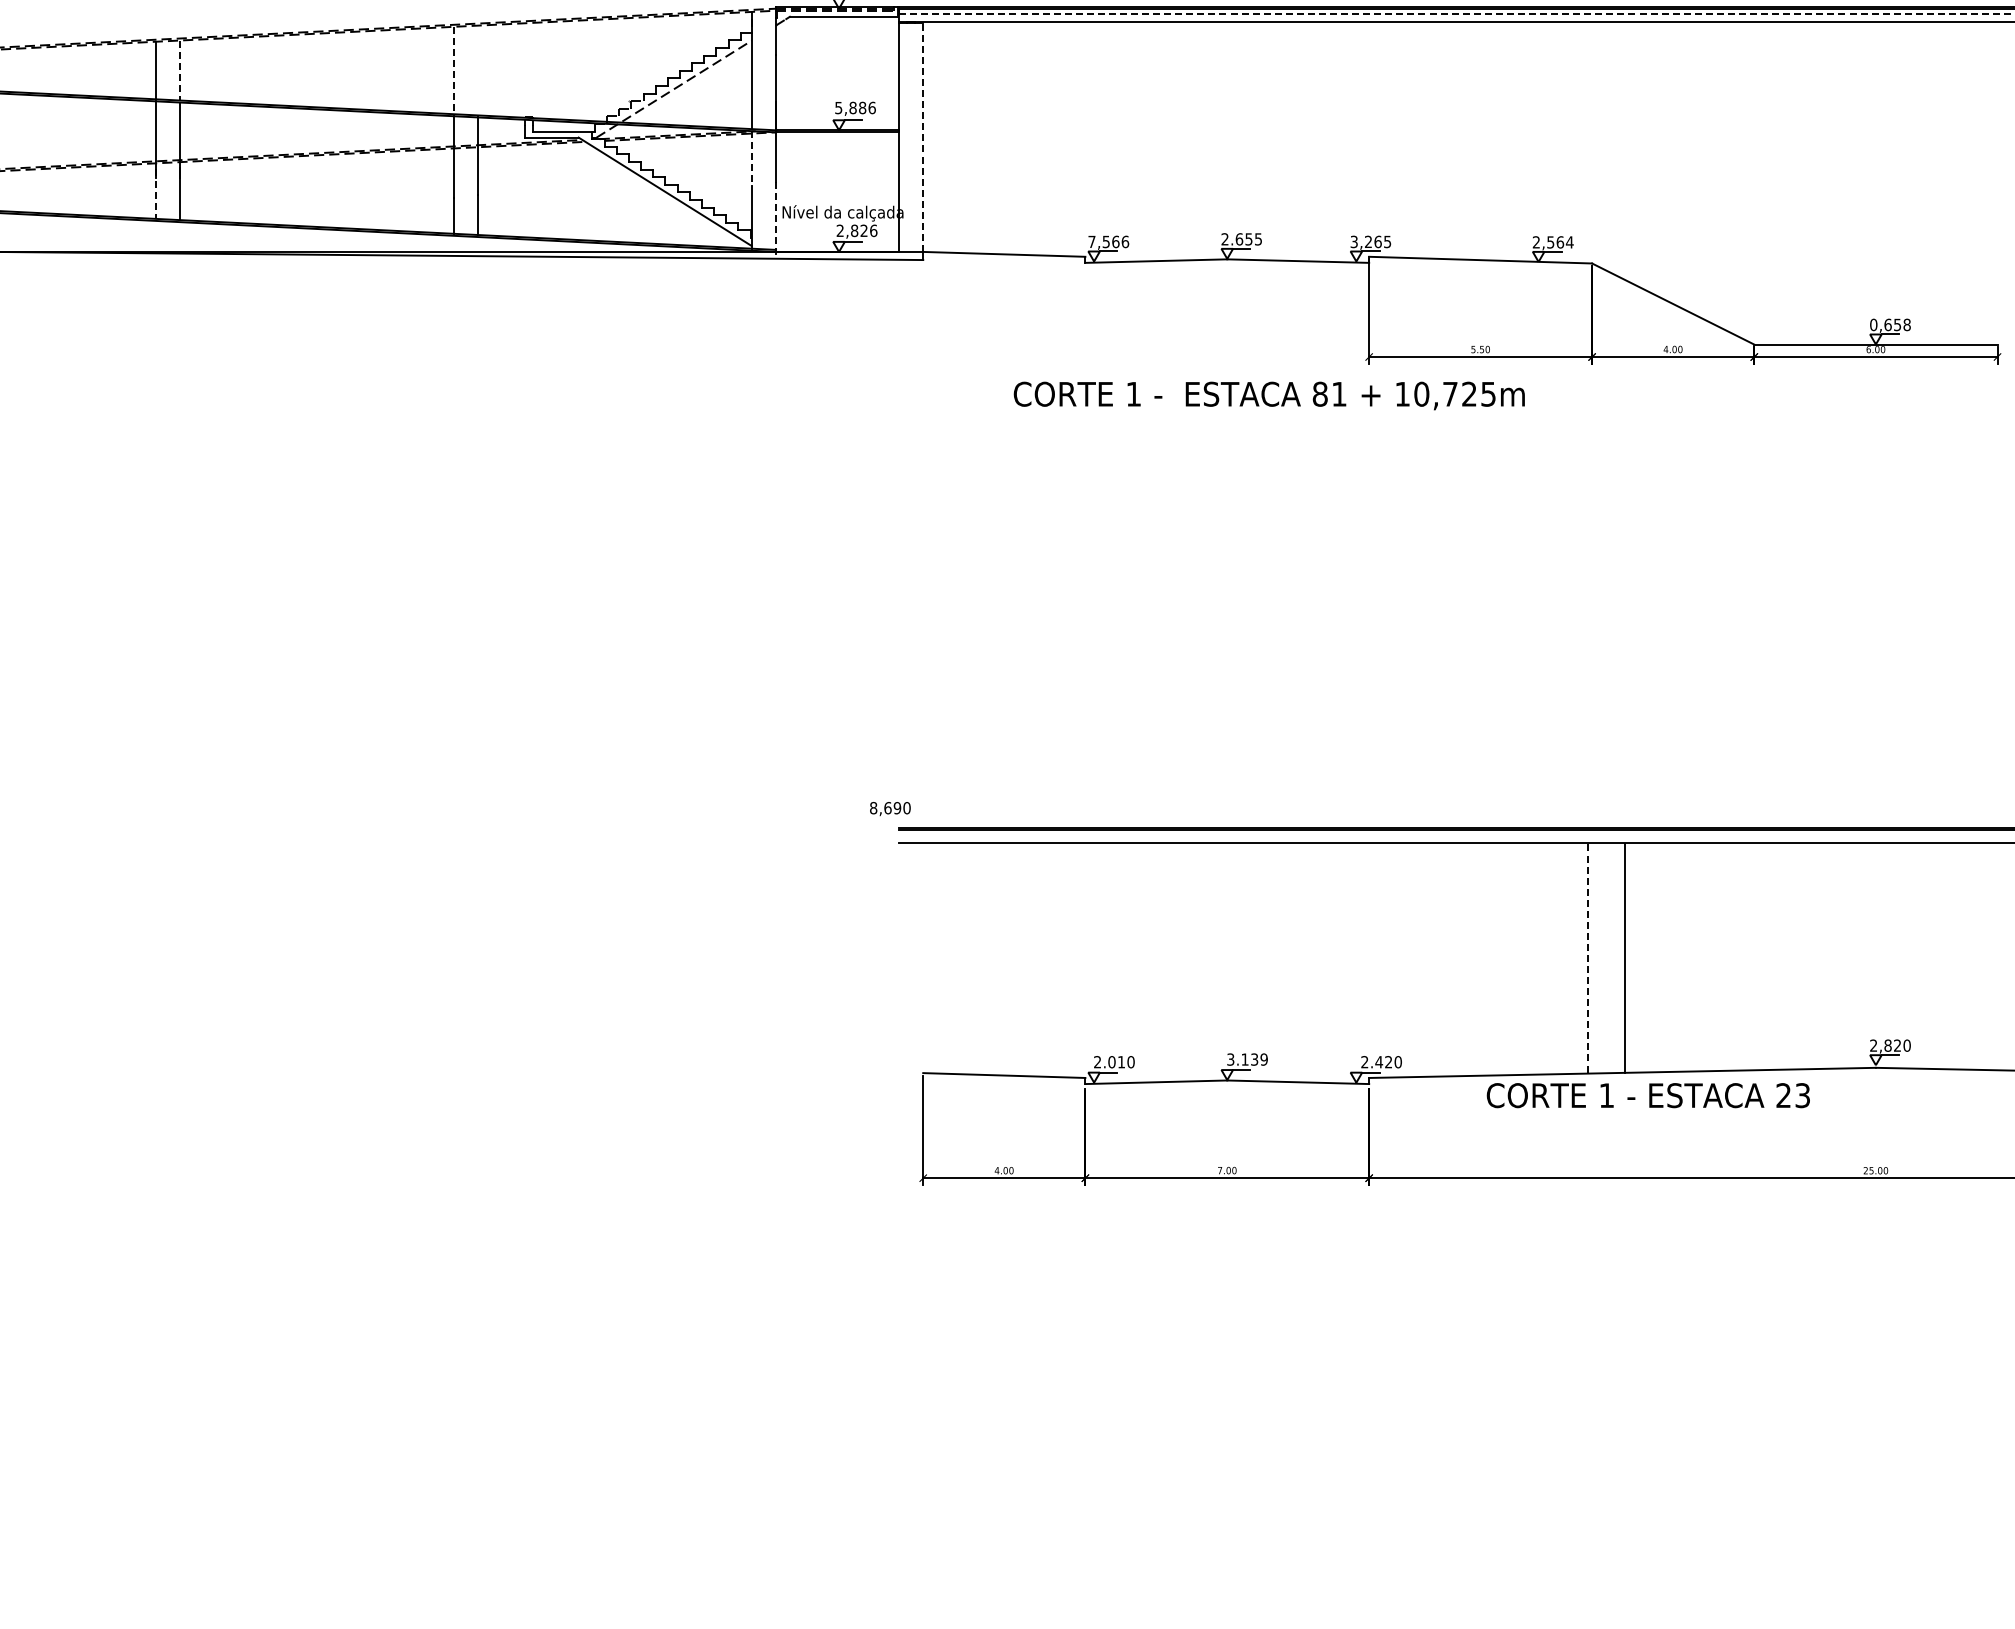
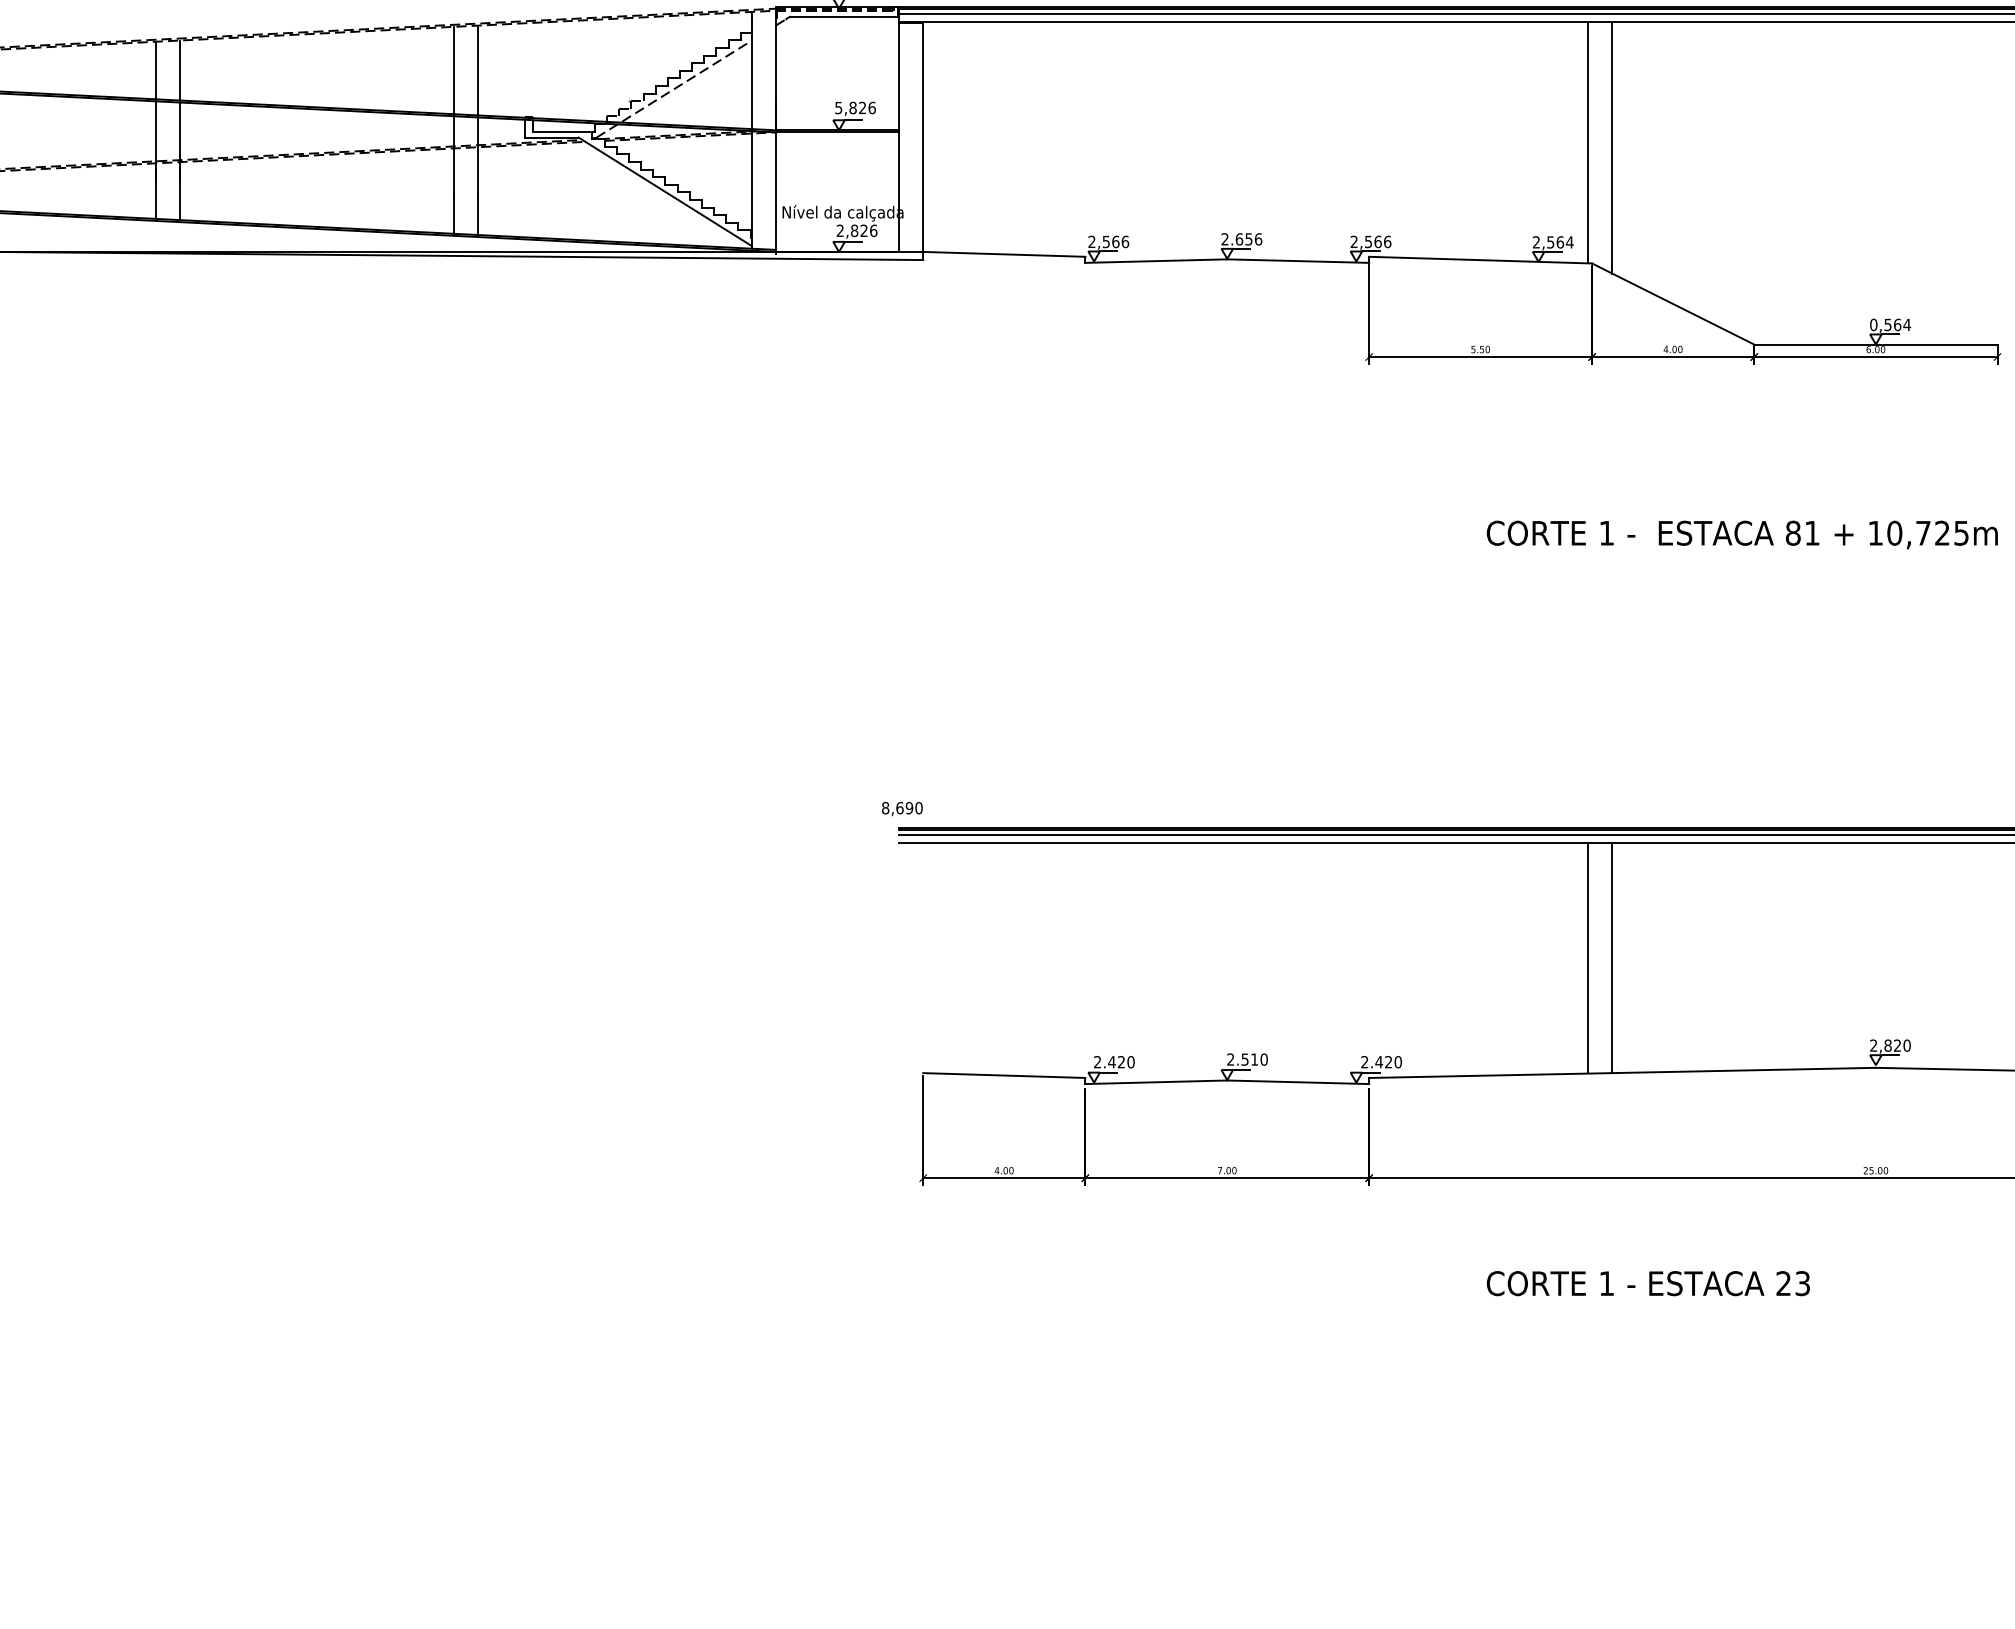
line at (1456, 13): dashed -> solid
line at (180, 70): dashed -> solid
line at (453, 70): dashed -> solid
line at (478, 70): none -> present
text at (862, 107): 5,886 -> 5,826
line at (923, 137): dashed -> solid
line at (1588, 143): none -> present
line at (1612, 148): none -> present
line at (751, 158): dashed -> solid
line at (155, 194): dashed -> solid
line at (776, 216): dashed -> solid
text at (1258, 239): 2.655 -> 2.656
text at (1091, 241): 7,566 -> 2,566
text at (1370, 241): 3,265 -> 2,566
text at (1897, 324): 0,658 -> 0,564
text at (1268, 395) position: (1268, 395) -> (1741, 534)
text at (890, 809) position: (890, 809) -> (902, 809)
line at (1454, 834): none -> present
line at (1625, 958) position: (1625, 958) -> (1612, 958)
line at (1588, 959): dashed -> solid
text at (1247, 1059): 3.139 -> 2.510
text at (1116, 1062): 2.010 -> 2.420
text at (1647, 1095) position: (1647, 1095) -> (1647, 1283)
